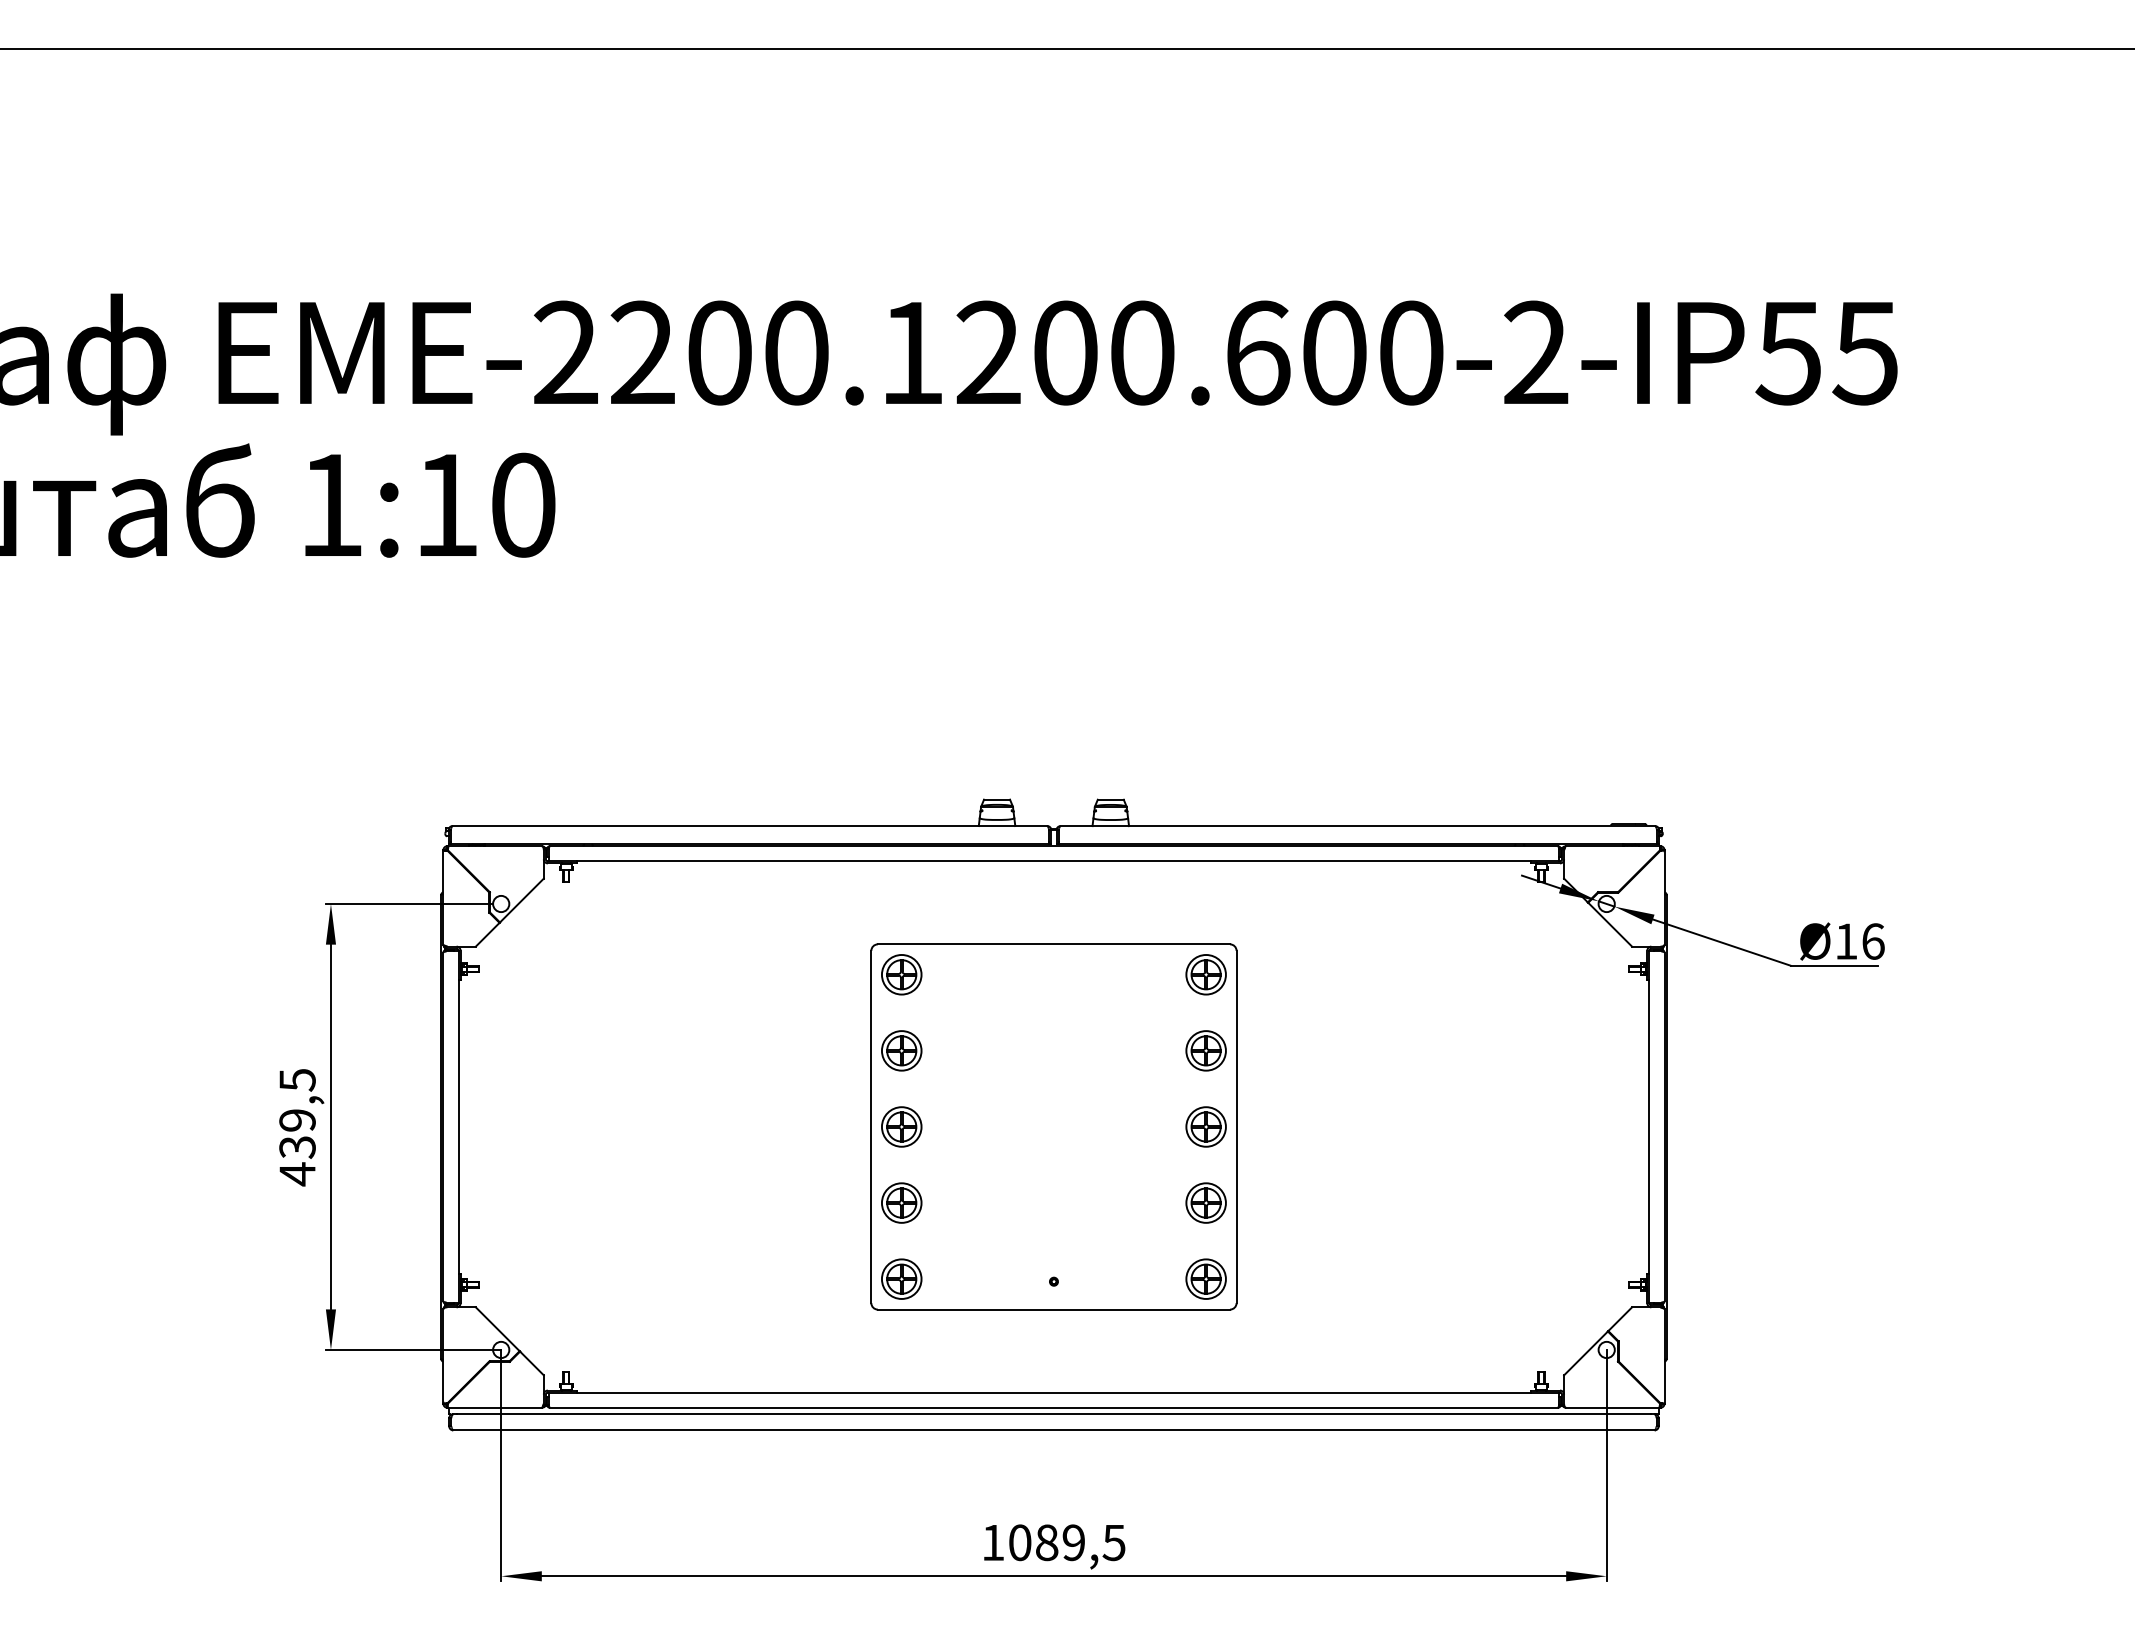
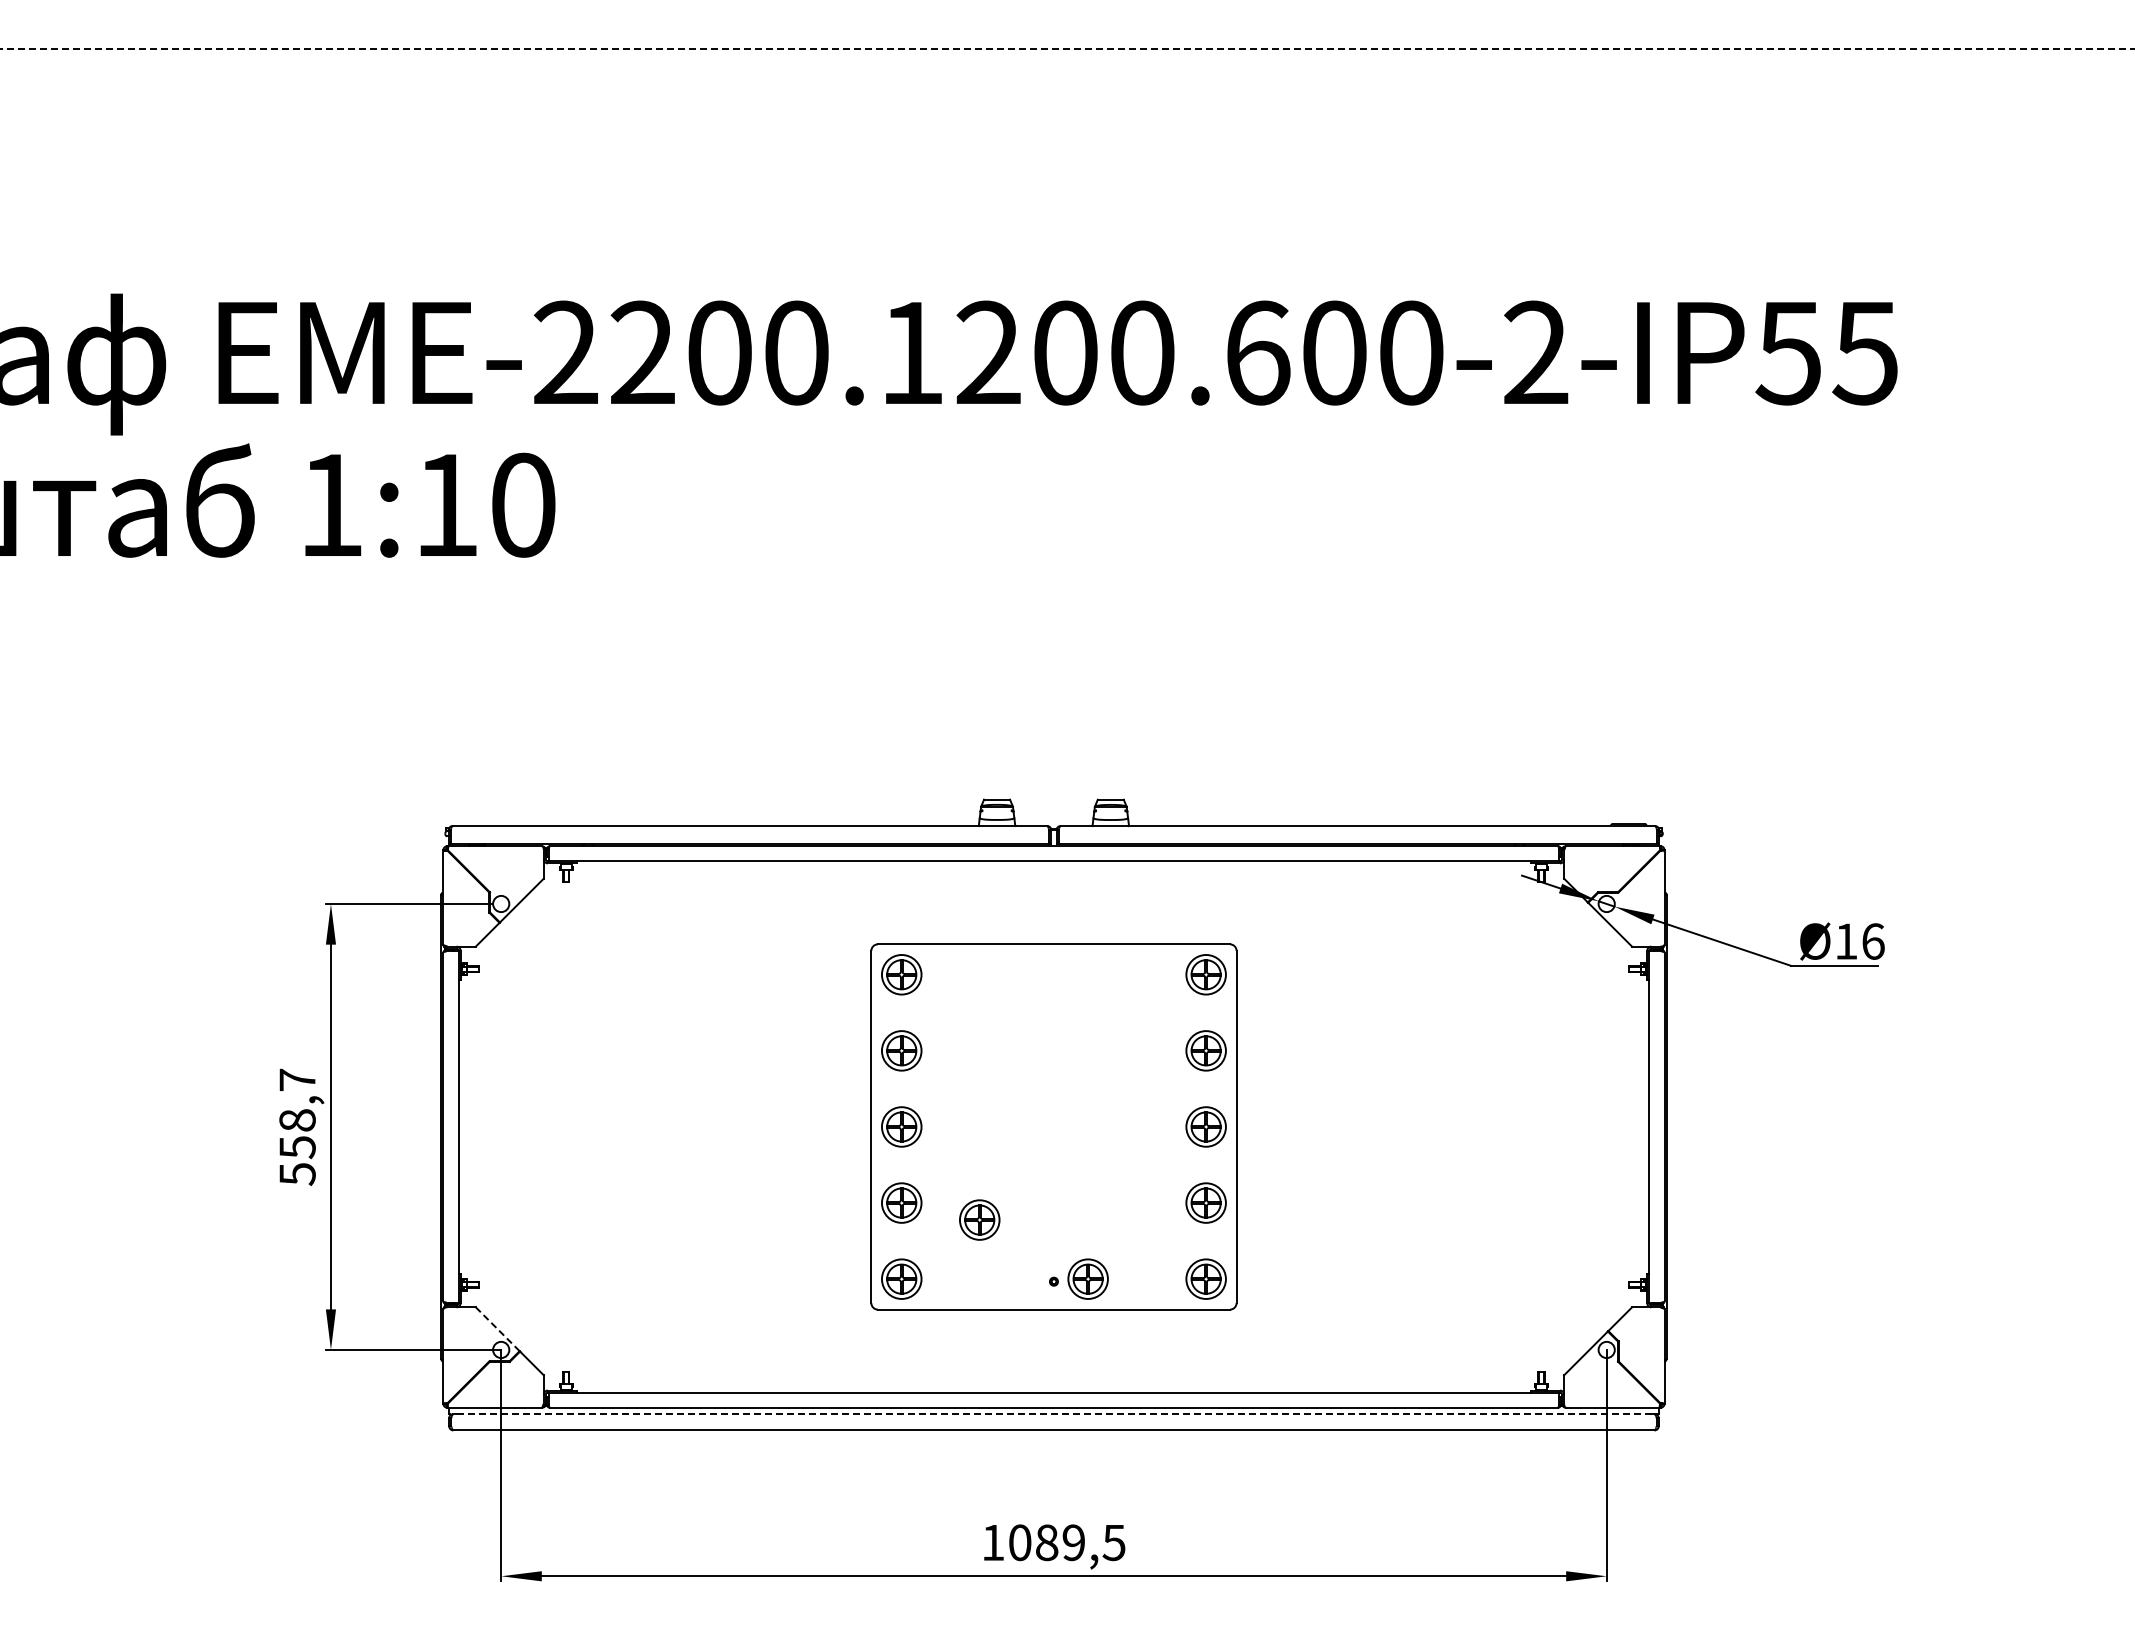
line at (1067, 48): solid -> dashed
text at (297, 1127): 439,5 -> 558,7
part at (979, 1219): none -> present
part at (1087, 1278): none -> present
line at (497, 1329): solid -> dashed
line at (1053, 1414): solid -> dashed
